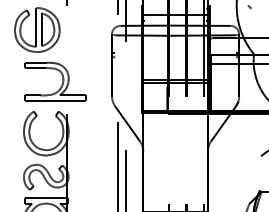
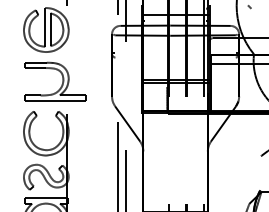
part at (37, 29) position: (37, 29) -> (46, 29)
